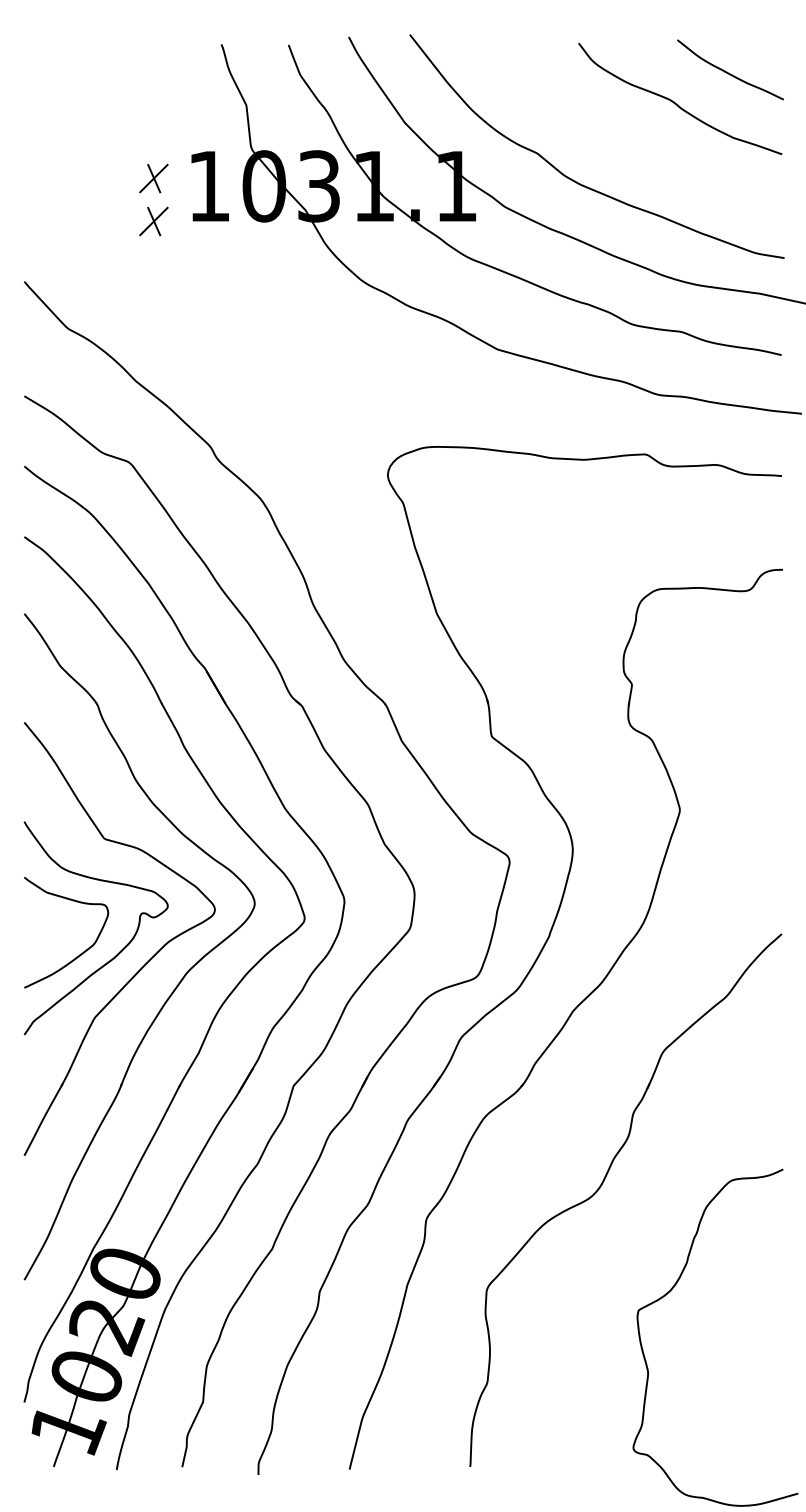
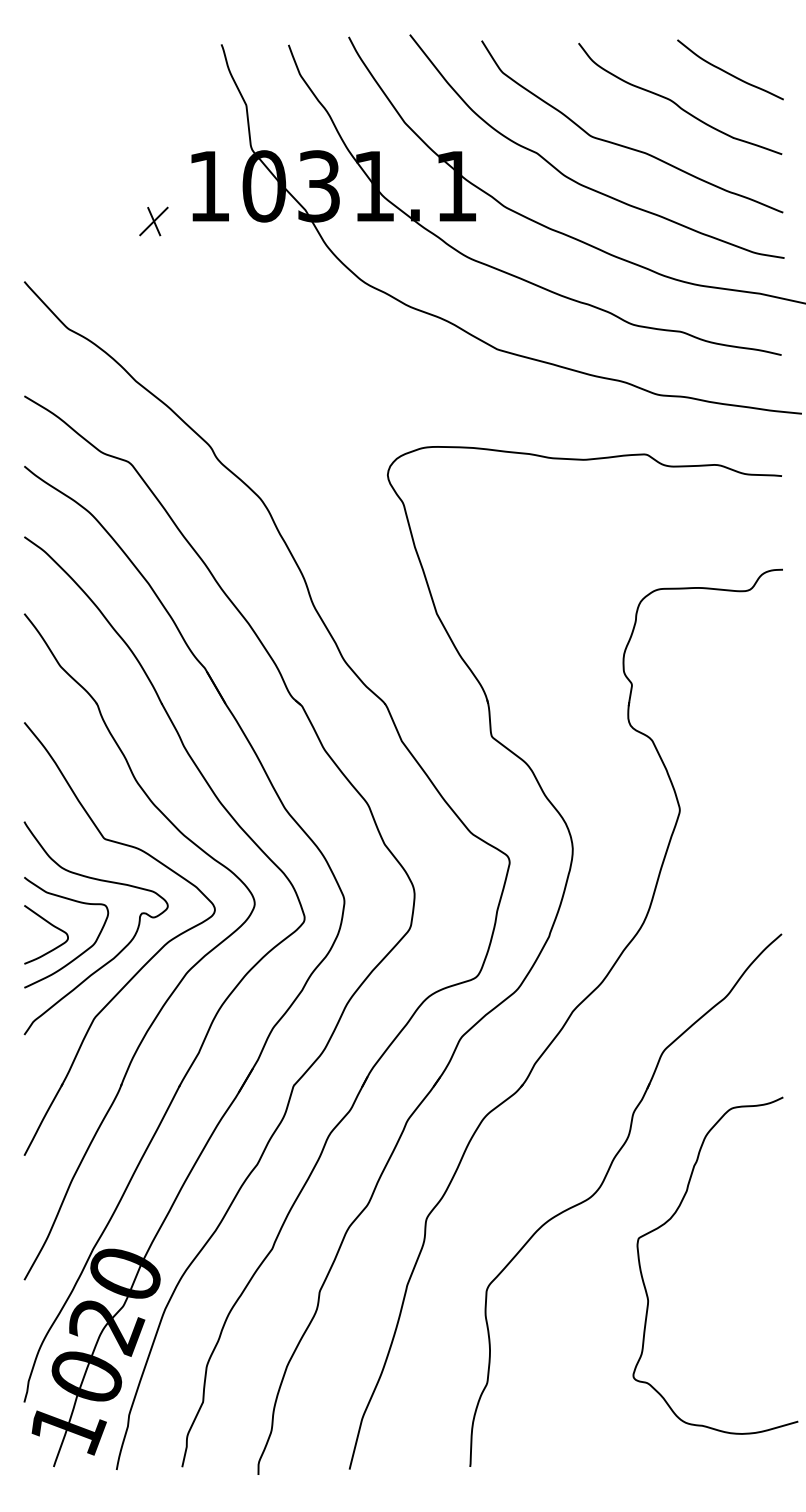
curve at (624, 145): none -> present
part at (153, 178): present -> none
curve at (52, 926): none -> present
curve at (671, 1291) position: (671, 1291) -> (671, 1219)
